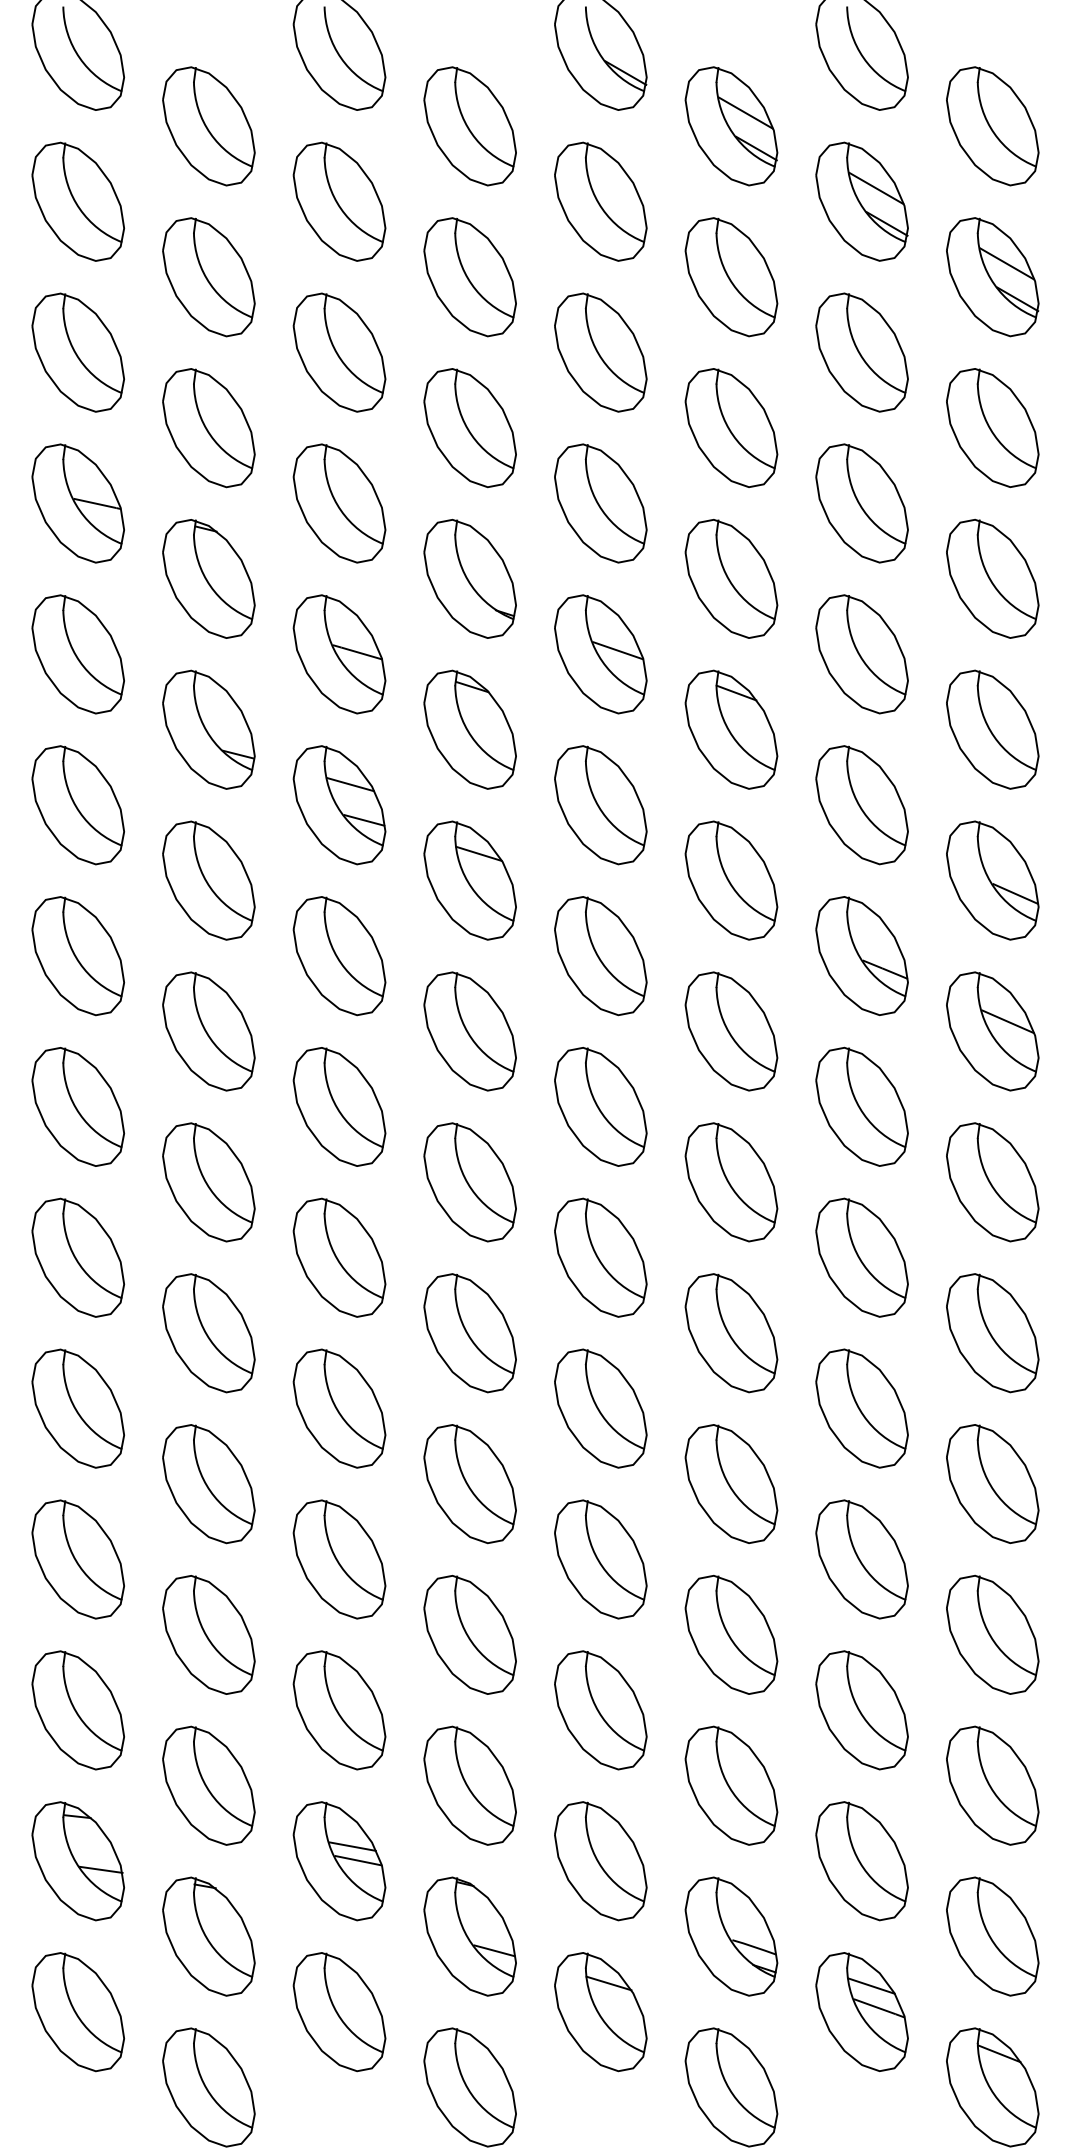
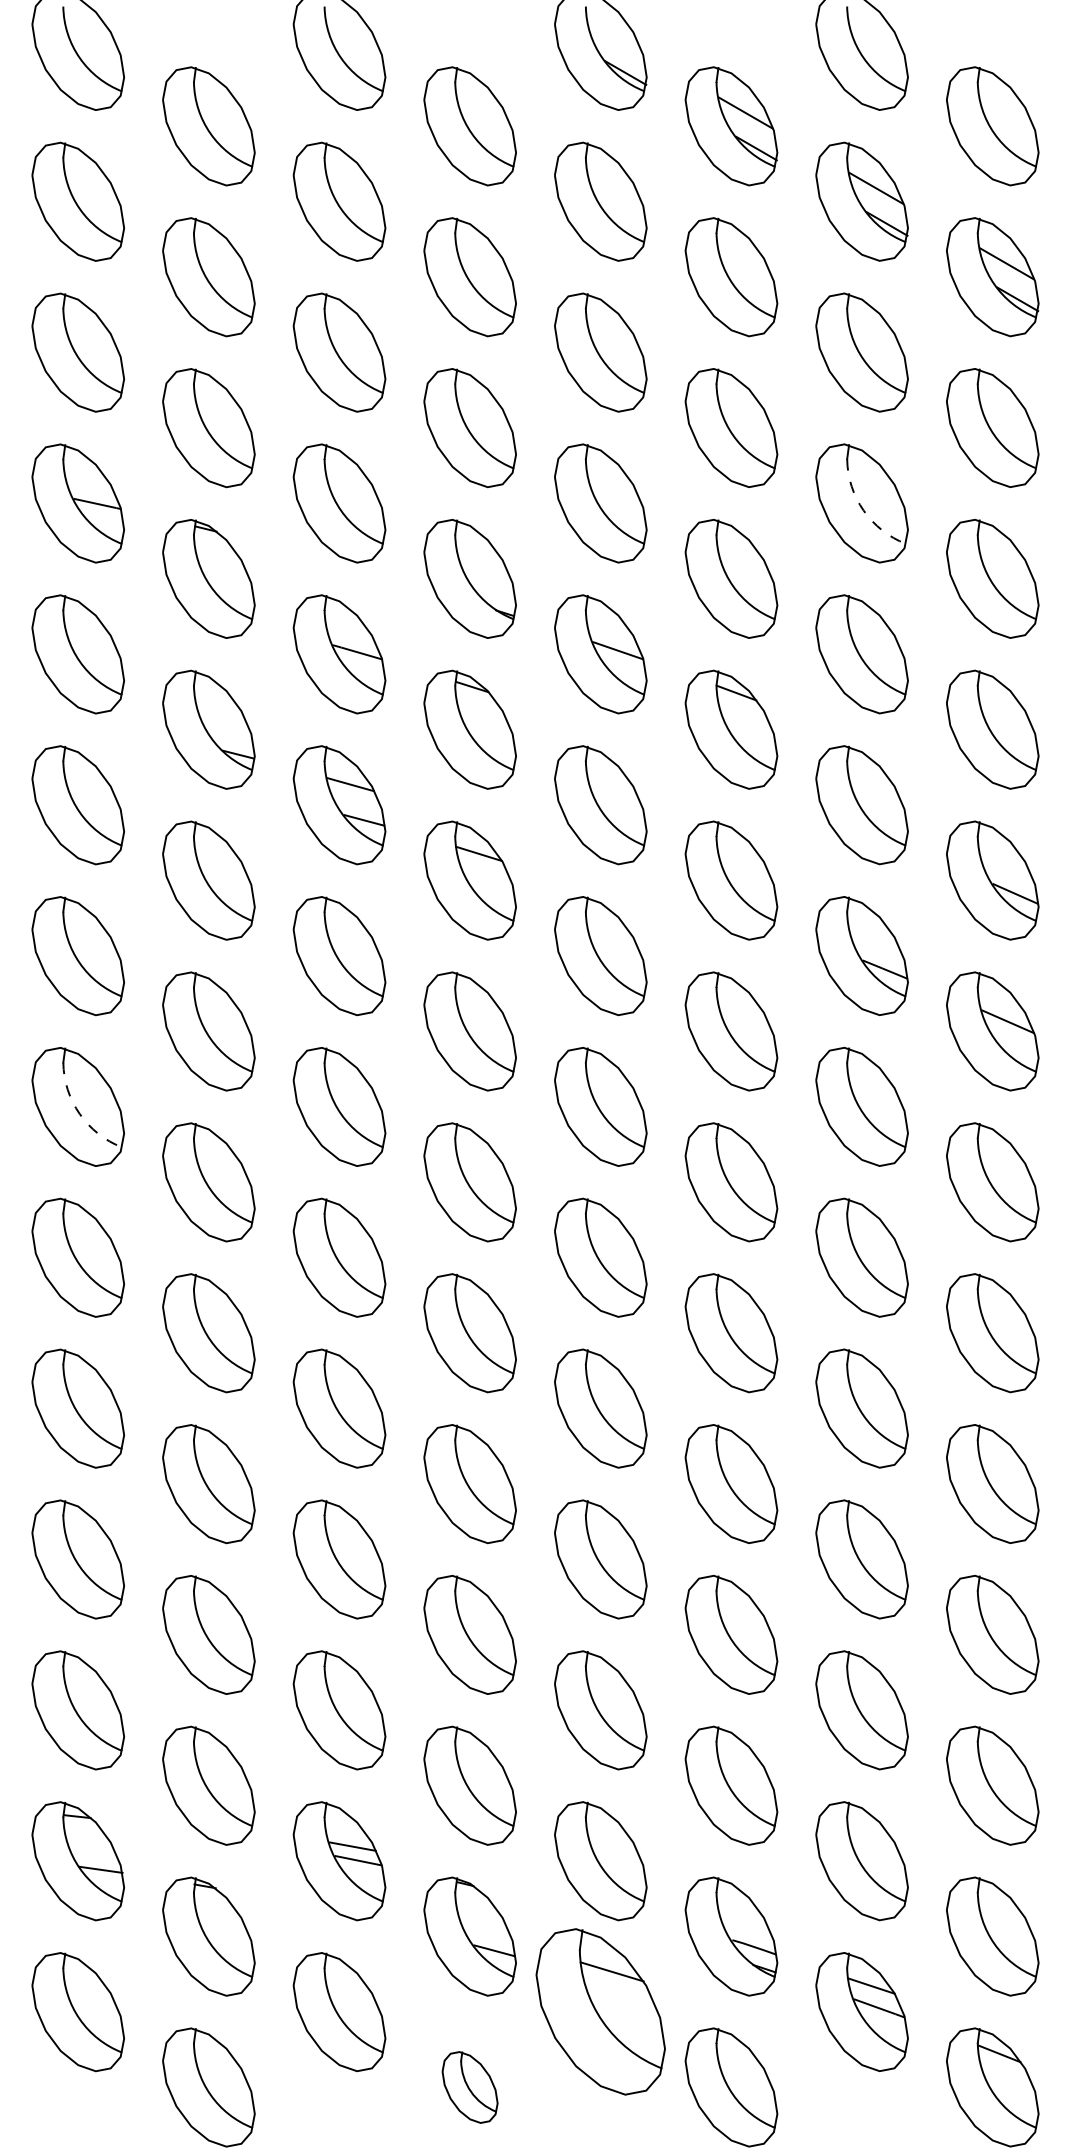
arc at (863, 510): solid -> dashed
arc at (79, 1114): solid -> dashed
part at (600, 2012) size: 94x121 px -> 131x168 px
part at (469, 2087) size: 94x121 px -> 58x73 px
